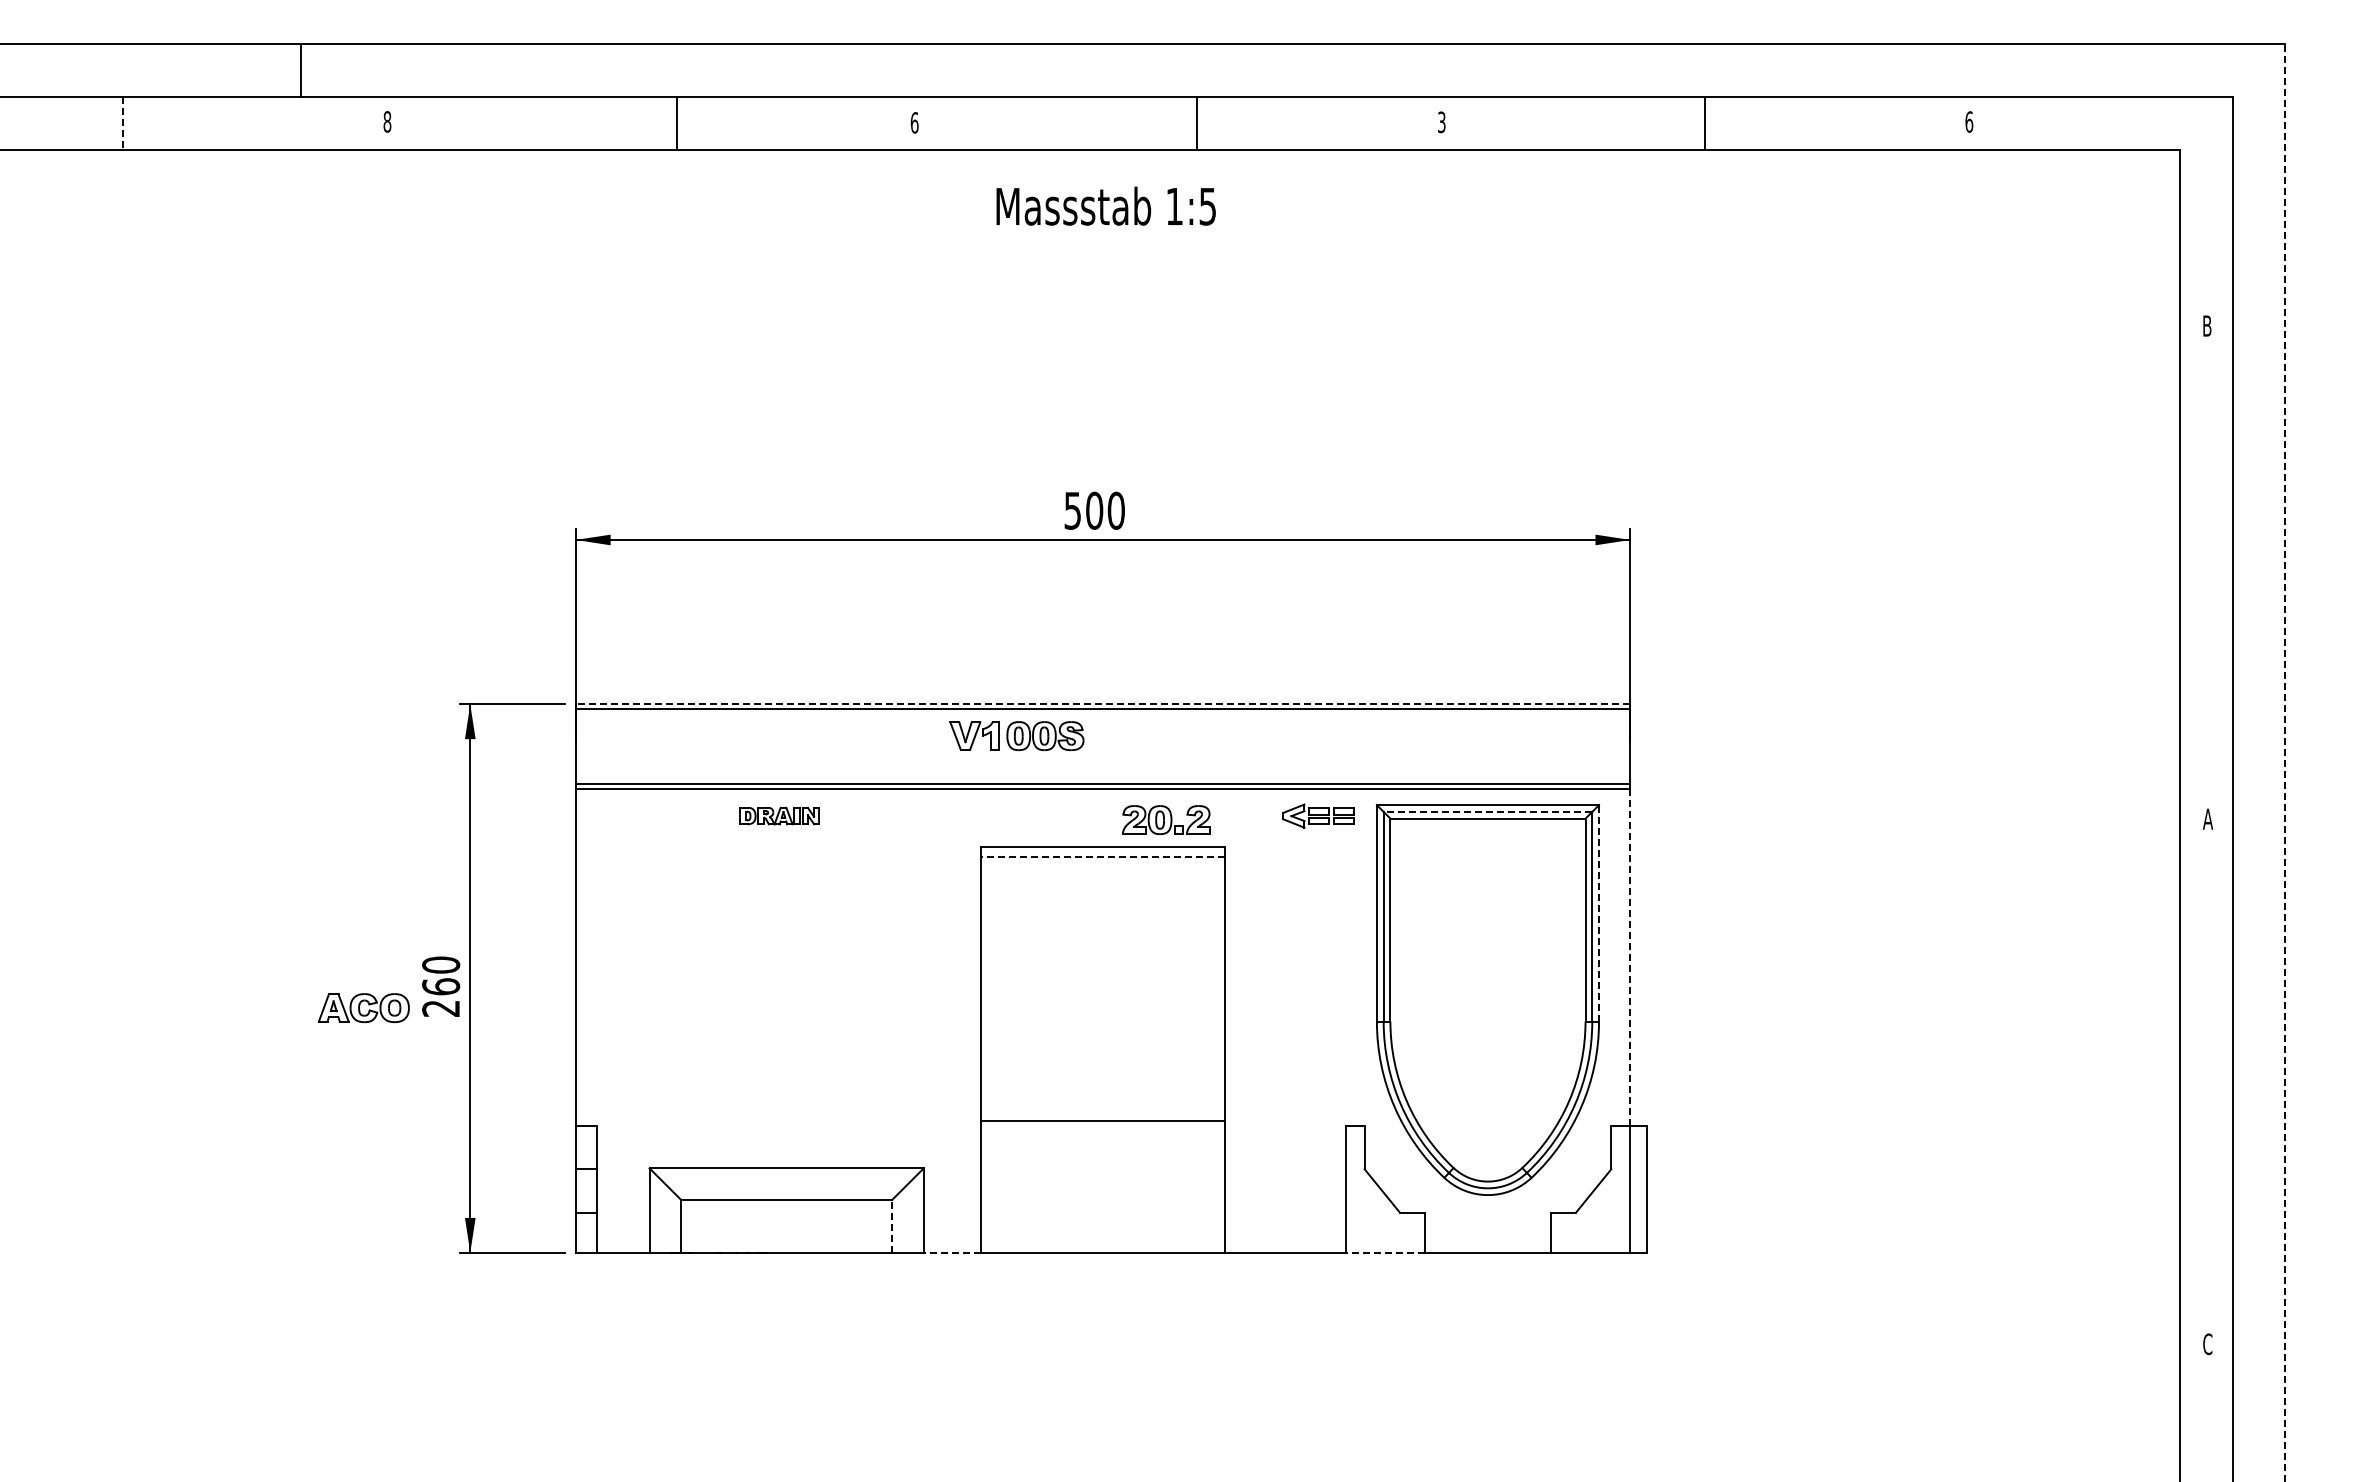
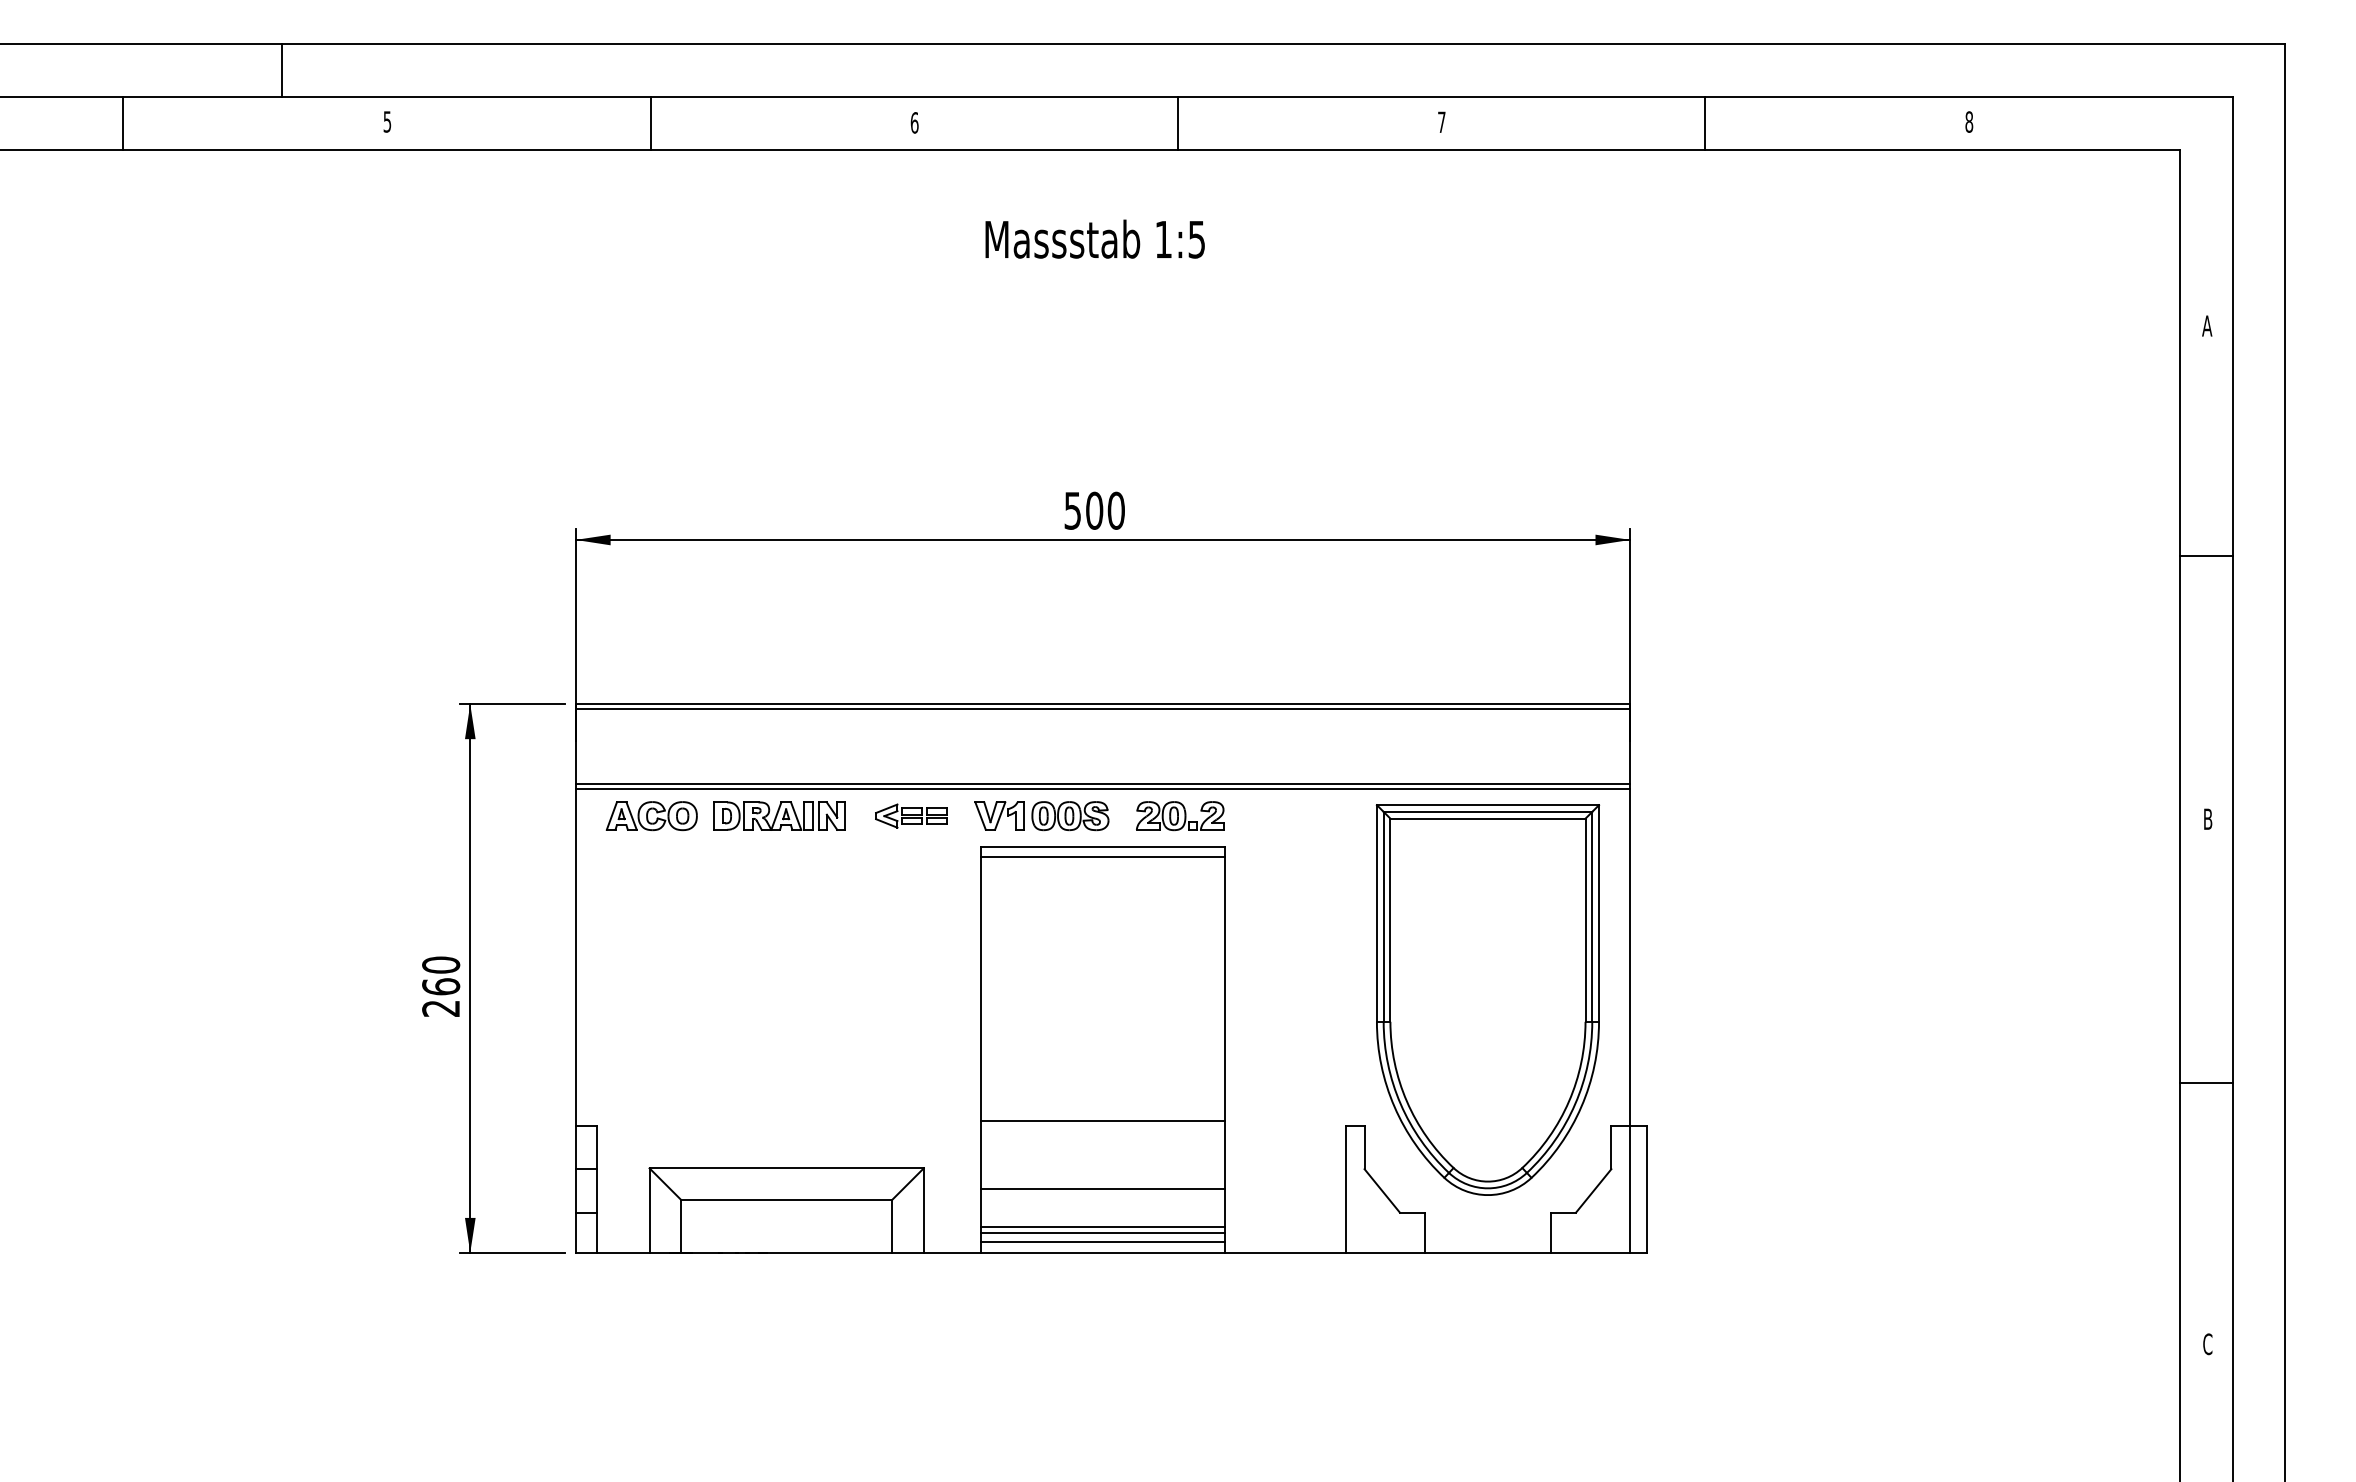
line at (300, 70) position: (300, 70) -> (281, 70)
text at (387, 121): 8 -> 5
text at (1969, 121): 6 -> 8
text at (1441, 122): 3 -> 7
line at (123, 123): dashed -> solid
line at (676, 123) position: (676, 123) -> (650, 123)
line at (1197, 123) position: (1197, 123) -> (1178, 123)
text at (1105, 205) position: (1105, 205) -> (1094, 238)
text at (2207, 325): B -> A
line at (2205, 555): none -> present
line at (1102, 704): dashed -> solid
part at (1016, 736) position: (1016, 736) -> (1041, 816)
line at (2285, 763): dashed -> solid
line at (1487, 811): dashed -> solid
part at (779, 815) size: 81x20 px -> 133x30 px
part at (1318, 815) position: (1318, 815) -> (911, 815)
text at (2207, 818): A -> B
part at (1166, 820) position: (1166, 820) -> (1180, 816)
line at (1102, 857): dashed -> solid
line at (1599, 912): dashed -> solid
line at (1630, 957): dashed -> solid
part at (363, 1008) position: (363, 1008) -> (651, 816)
line at (2205, 1083): none -> present
line at (1102, 1189): none -> present
line at (892, 1225): dashed -> solid
line at (1102, 1227): none -> present
line at (1102, 1233): none -> present
line at (1102, 1242): none -> present
line at (951, 1252): dashed -> solid
line at (1385, 1252): dashed -> solid
